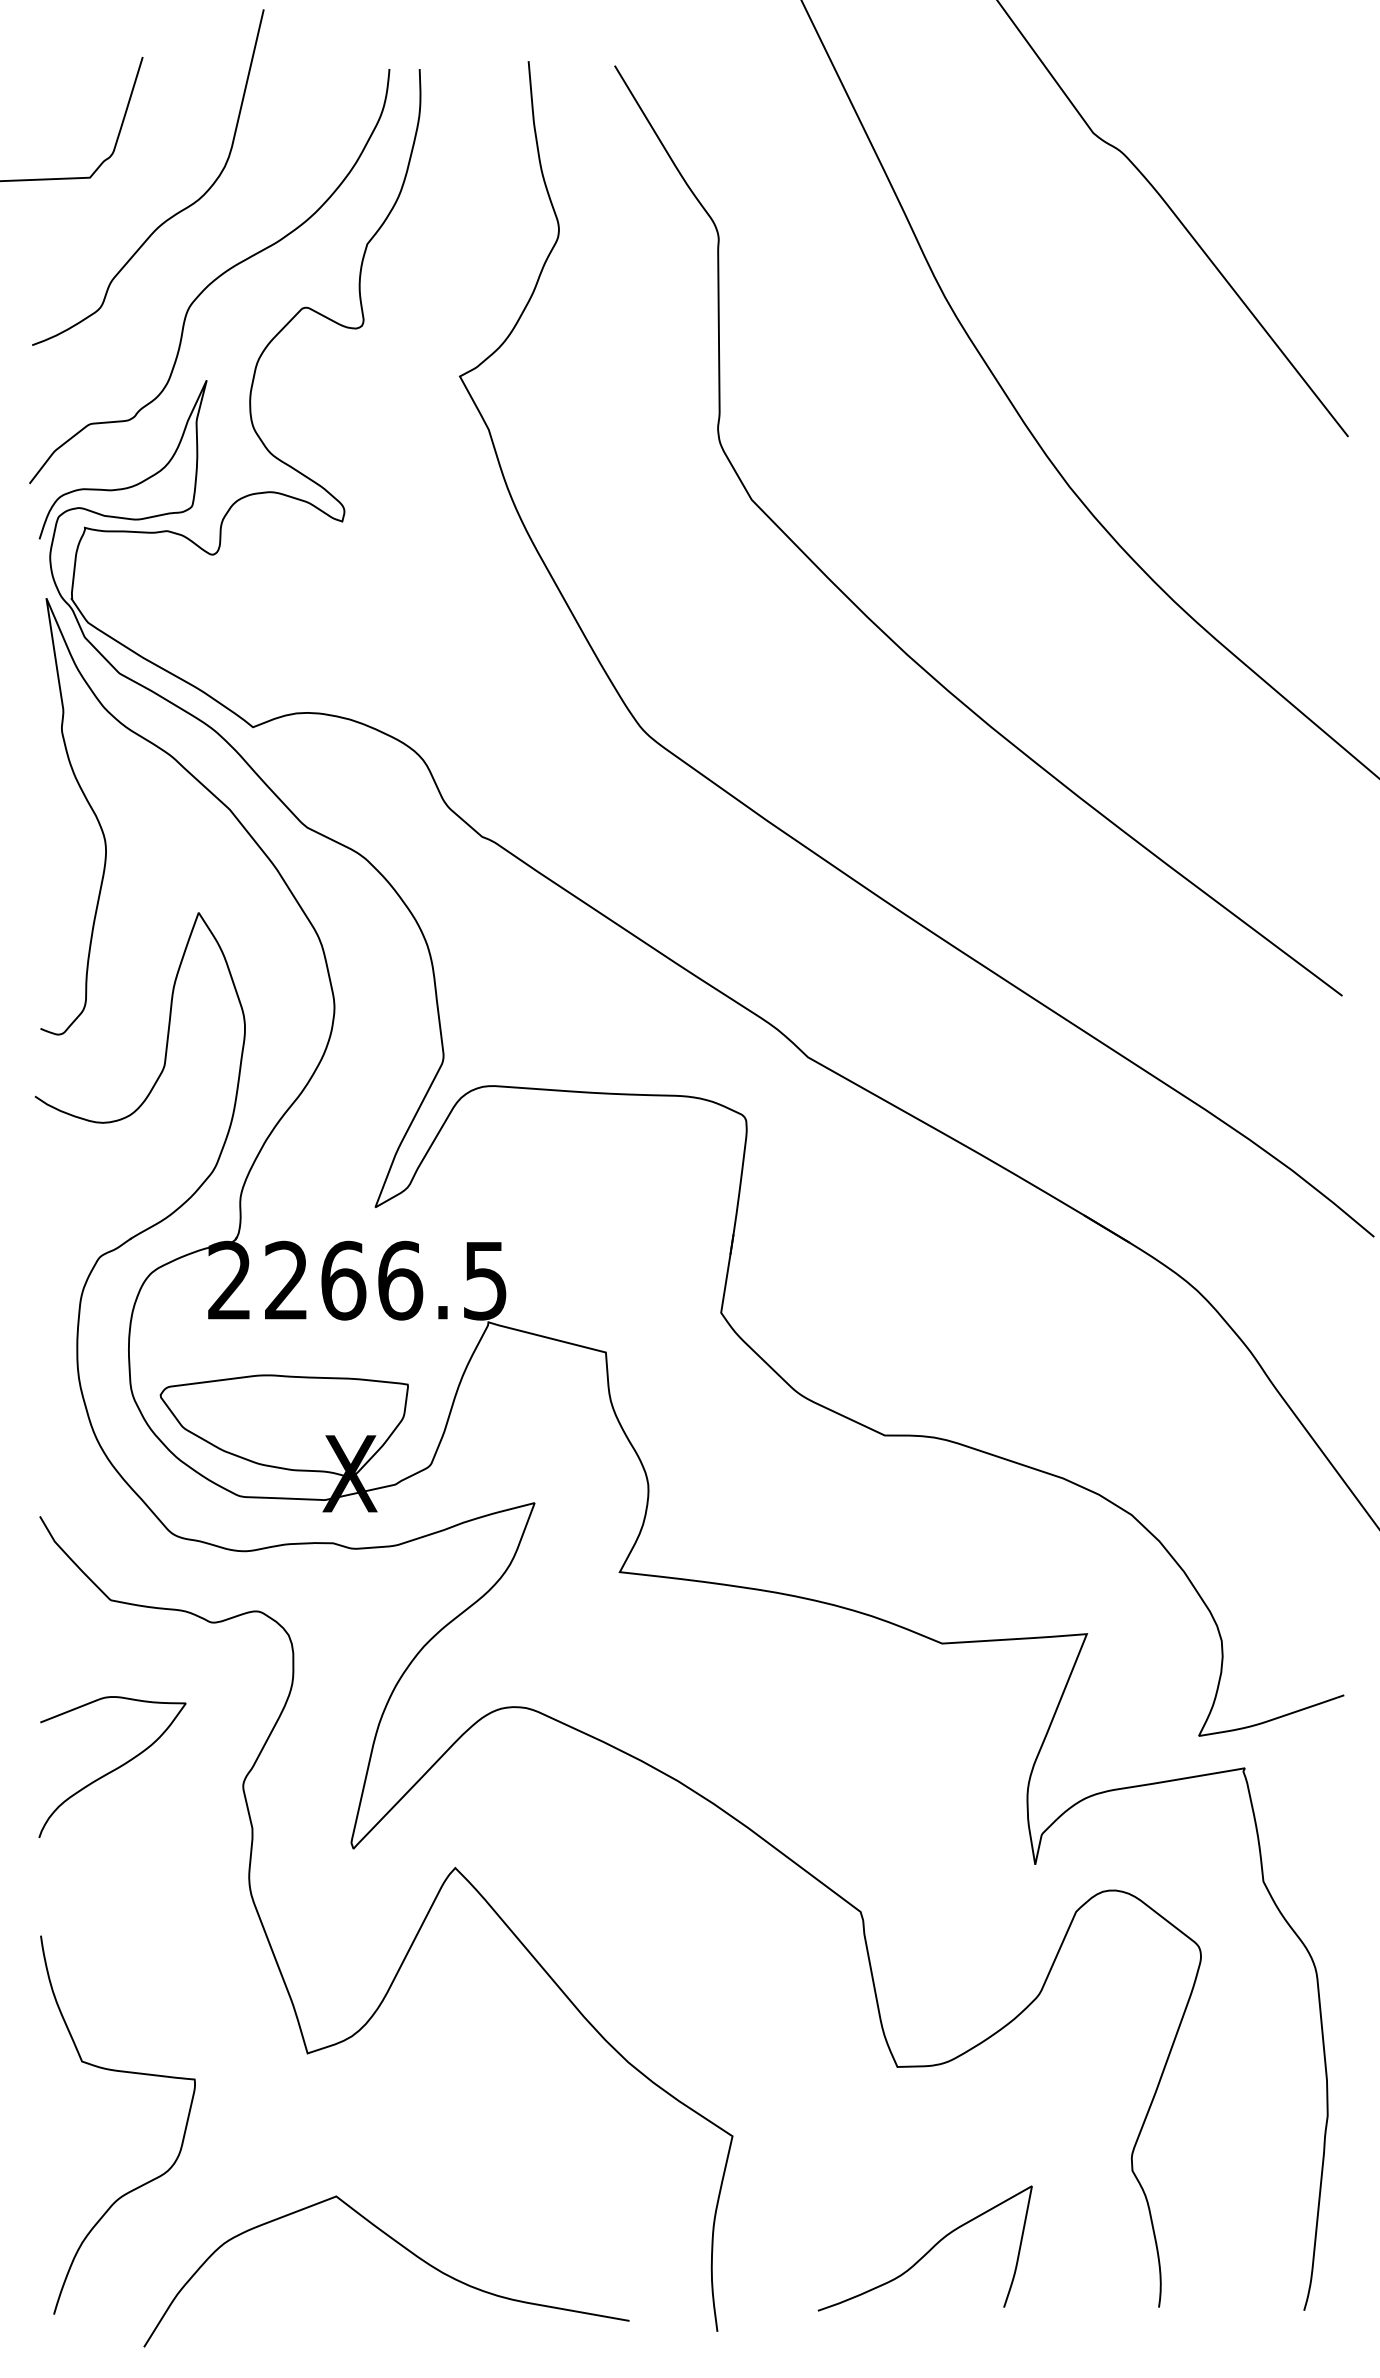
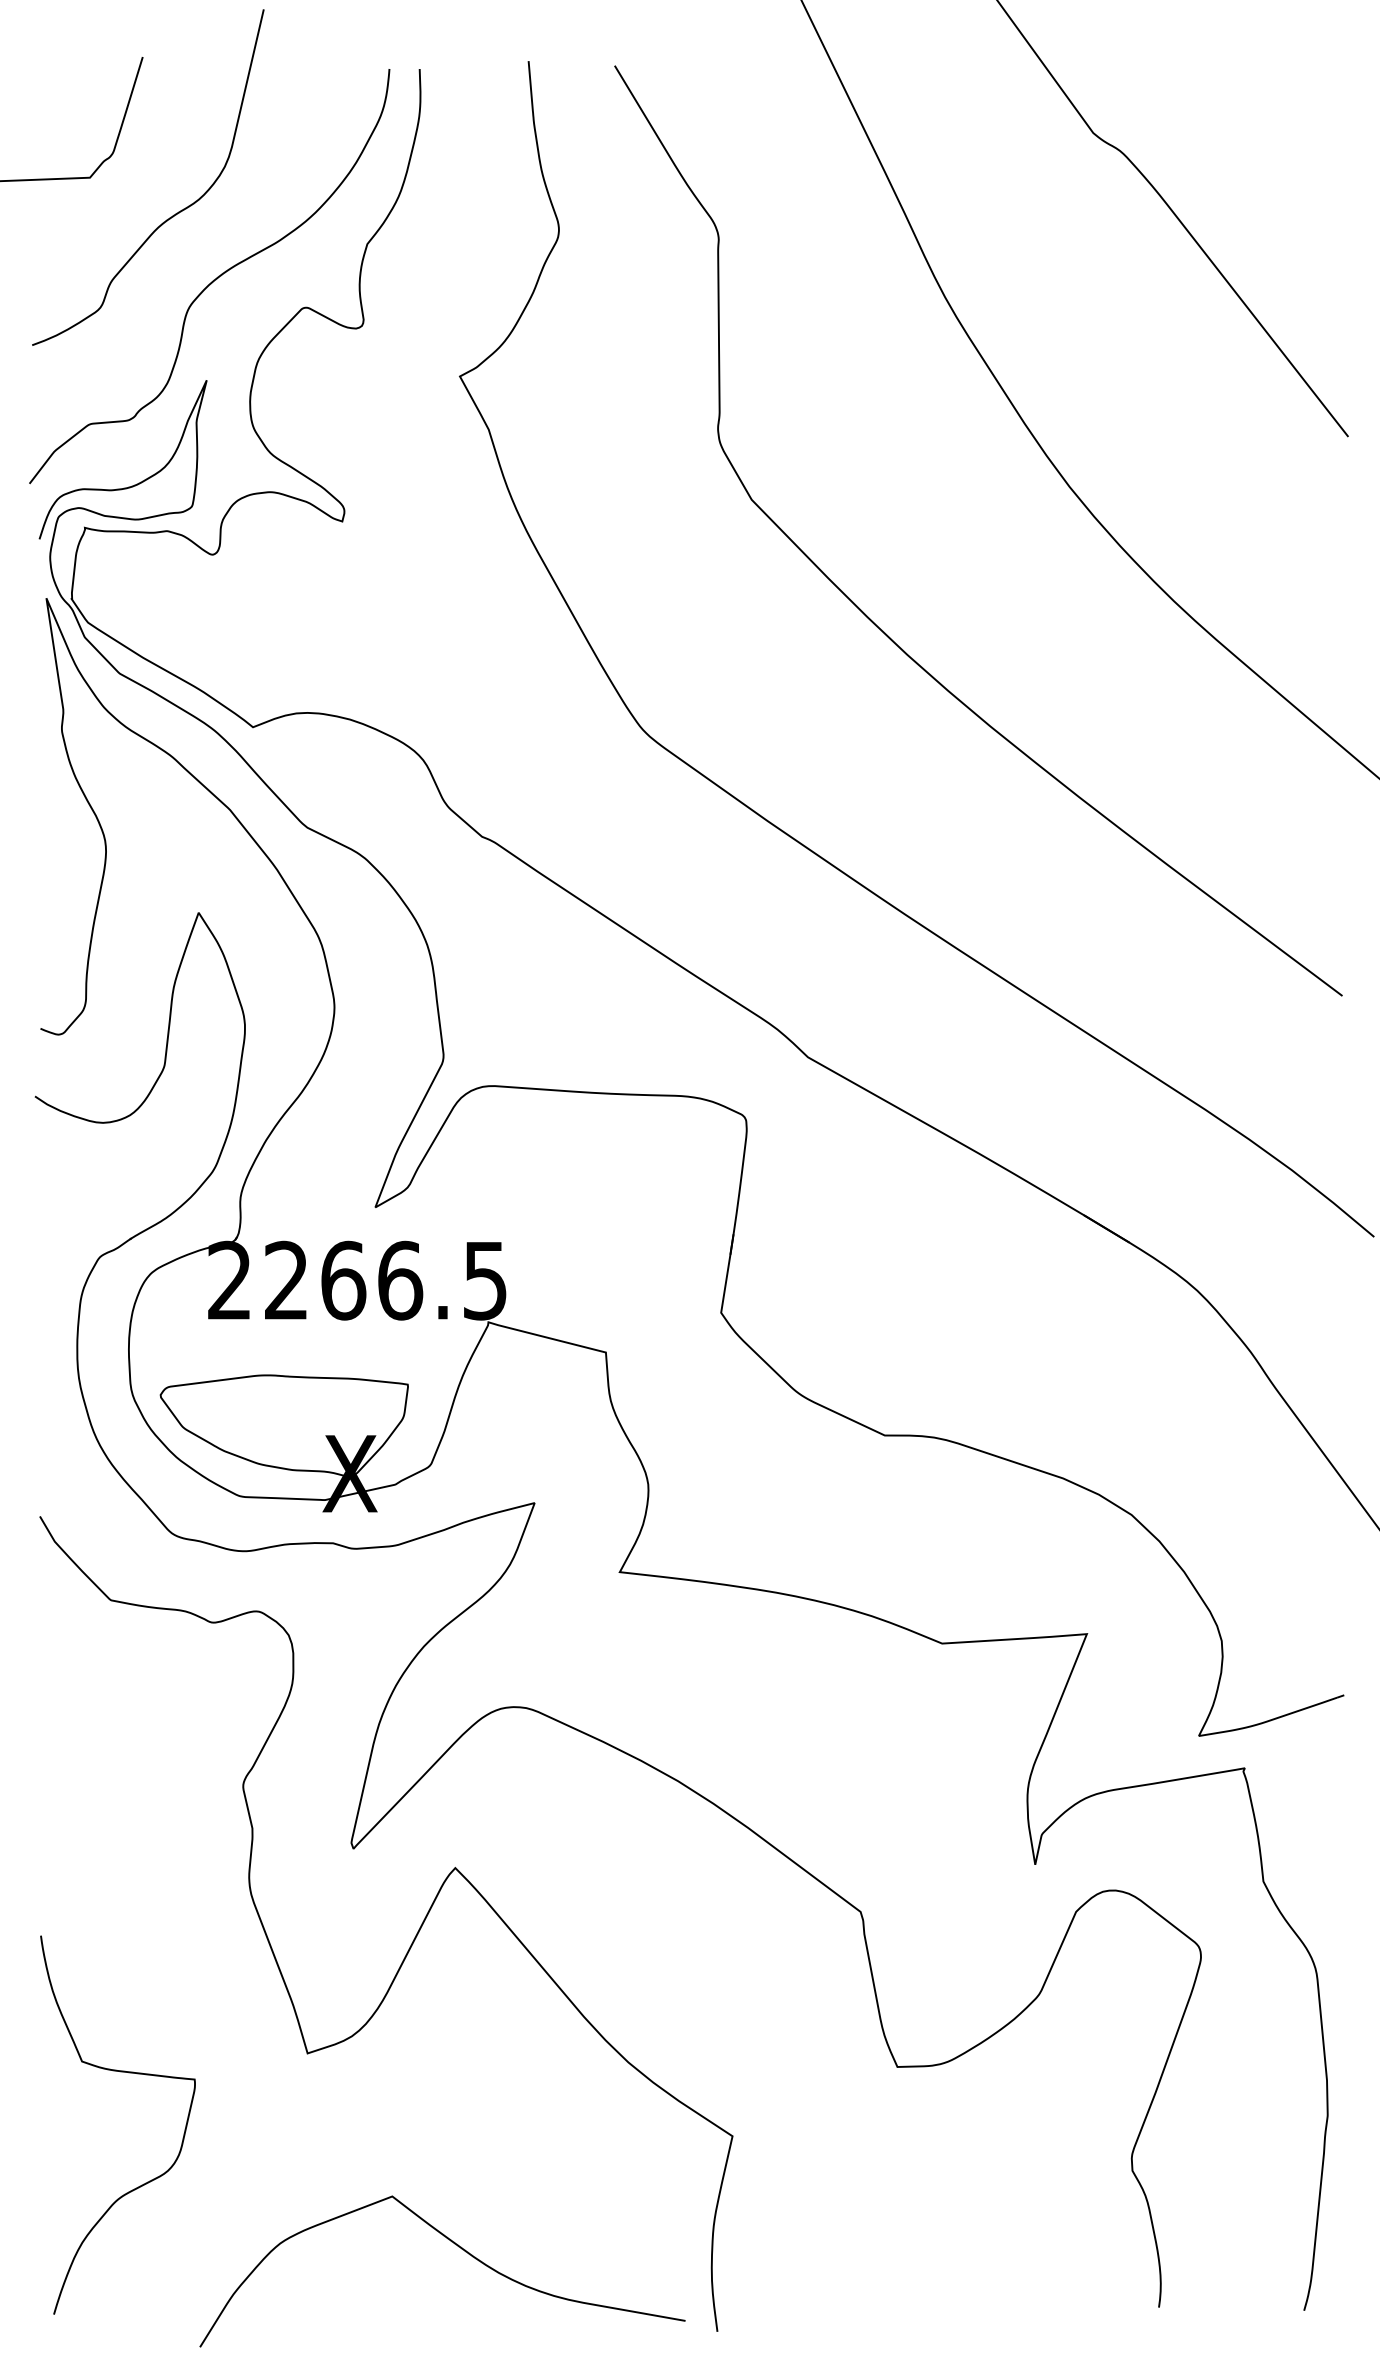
curve at (113, 1769): present -> none
curve at (402, 2247) position: (402, 2247) -> (458, 2247)
curve at (927, 2251): present -> none
